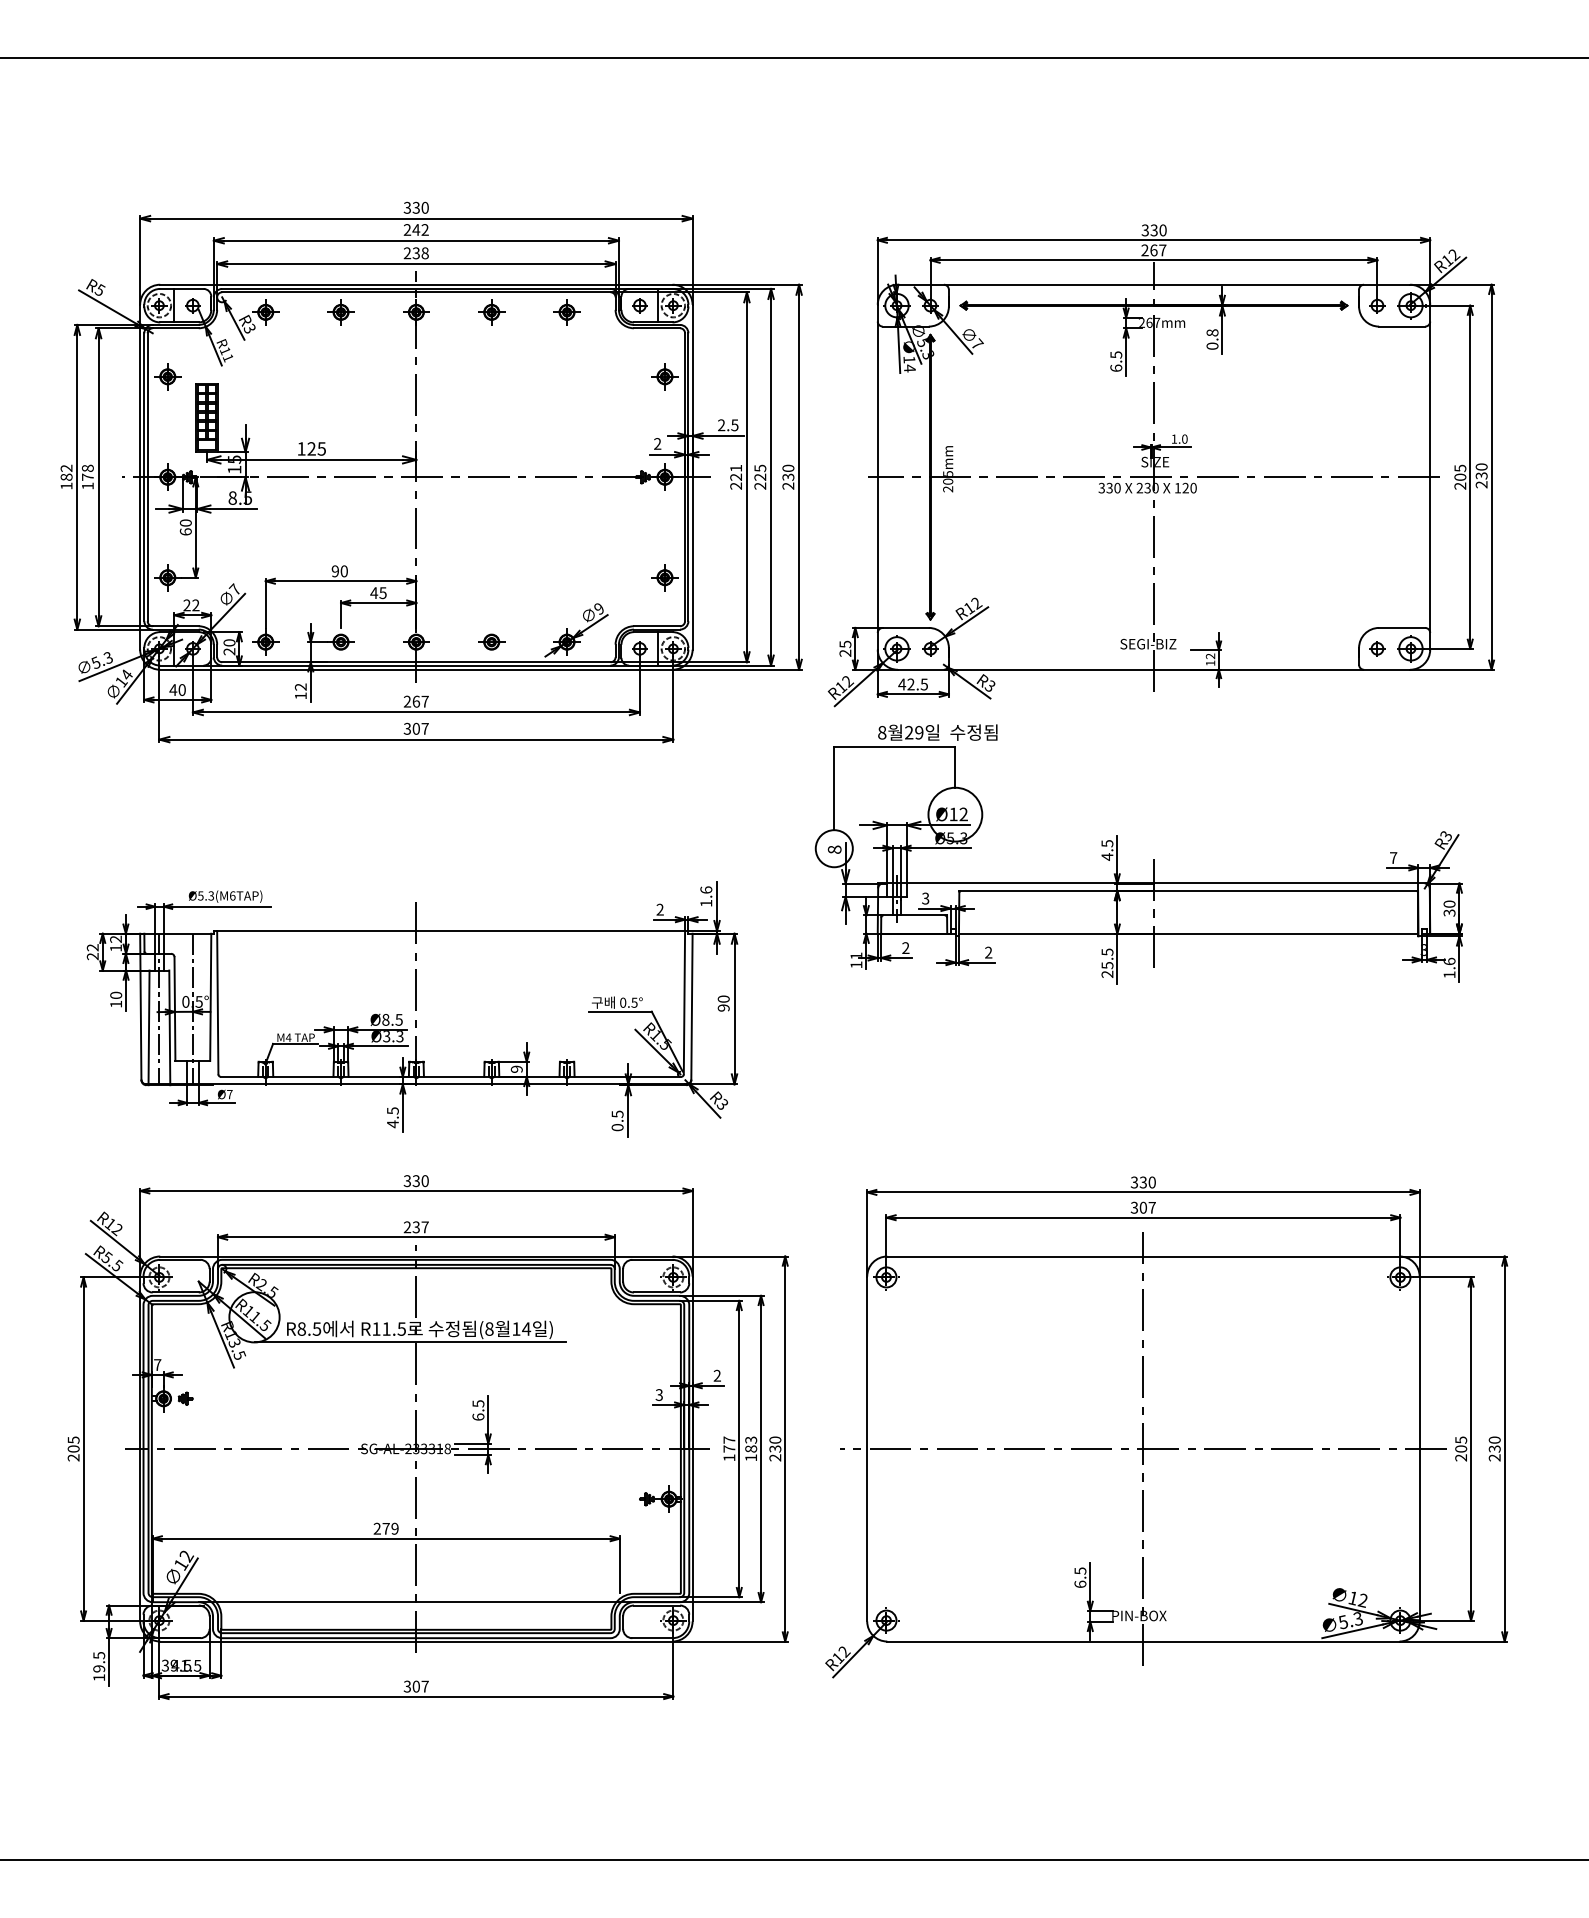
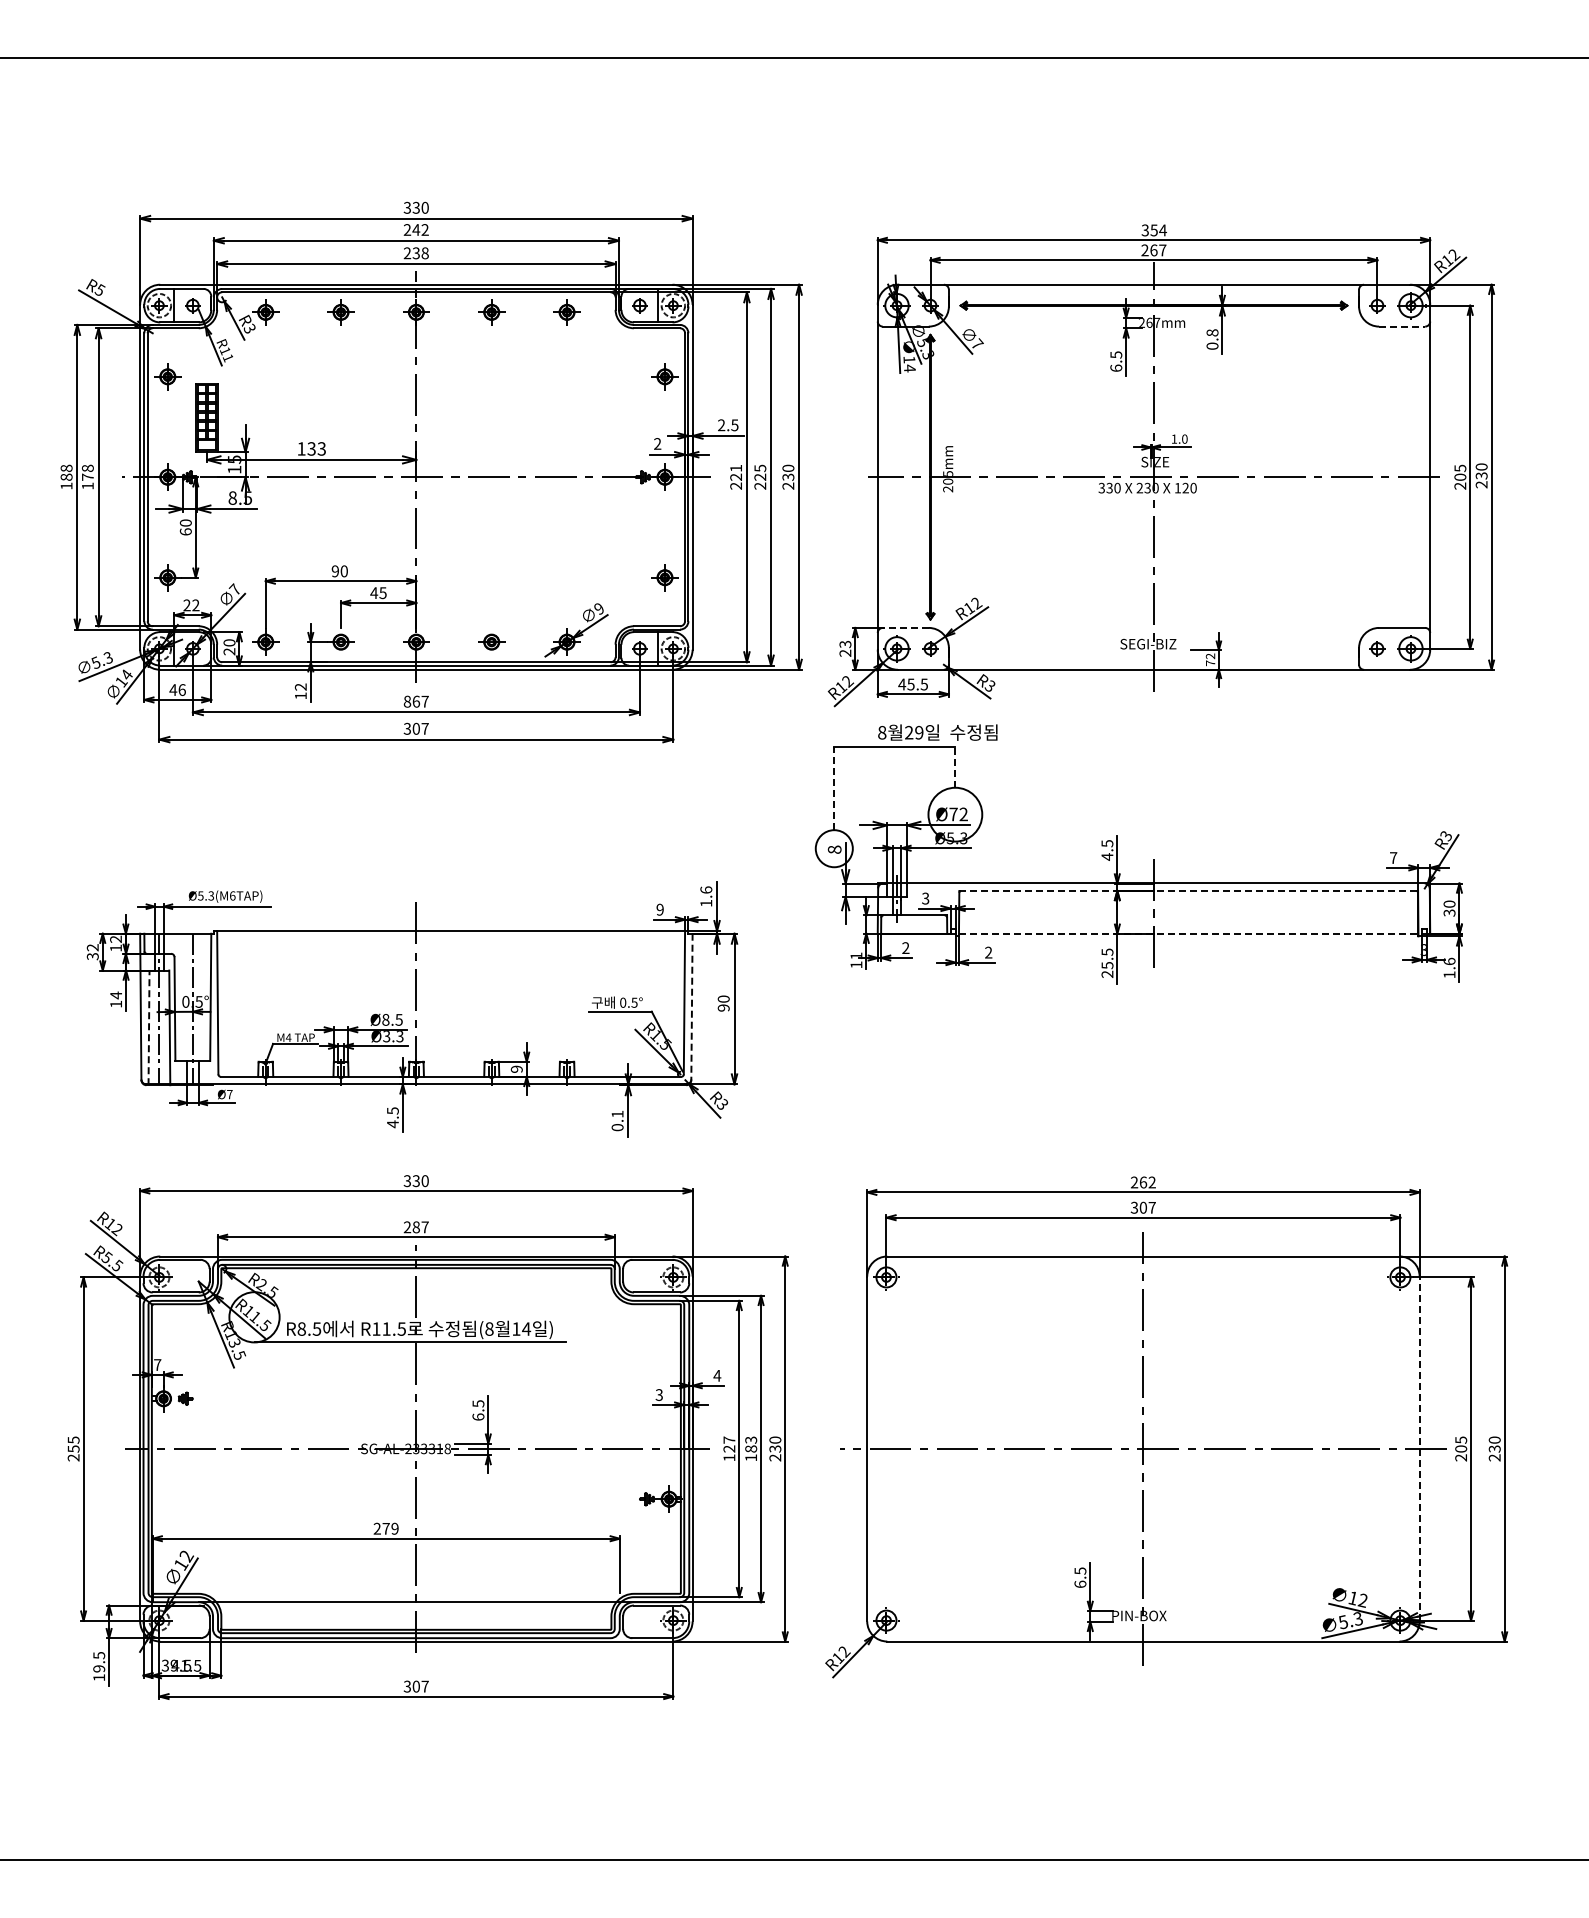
text at (1158, 230): 330 -> 354
line at (1402, 326): solid -> dashed
text at (316, 448): 125 -> 133
text at (66, 467): 182 -> 188
line at (905, 627): solid -> dashed
text at (844, 643): 25 -> 23
text at (1210, 663): 12 -> 72
text at (910, 684): 42.5 -> 45.5
text at (181, 689): 40 -> 46
text at (407, 701): 267 -> 867
line at (955, 767): solid -> dashed
line at (834, 788): solid -> dashed
text at (953, 814): Ø12 -> Ø72
line at (1189, 891): solid -> dashed
text at (659, 909): 2 -> 9
line at (1188, 933): solid -> dashed
text at (92, 956): 22 -> 32
text at (116, 995): 10 -> 14
line at (691, 1007): solid -> dashed
line at (149, 1027): solid -> dashed
text at (617, 1113): 0.5 -> 0.1
text at (1142, 1182): 330 -> 262
text at (415, 1227): 237 -> 287
text at (717, 1375): 2 -> 4
text at (73, 1448): 205 -> 255
text at (729, 1448): 177 -> 127
line at (1419, 1448): solid -> dashed
